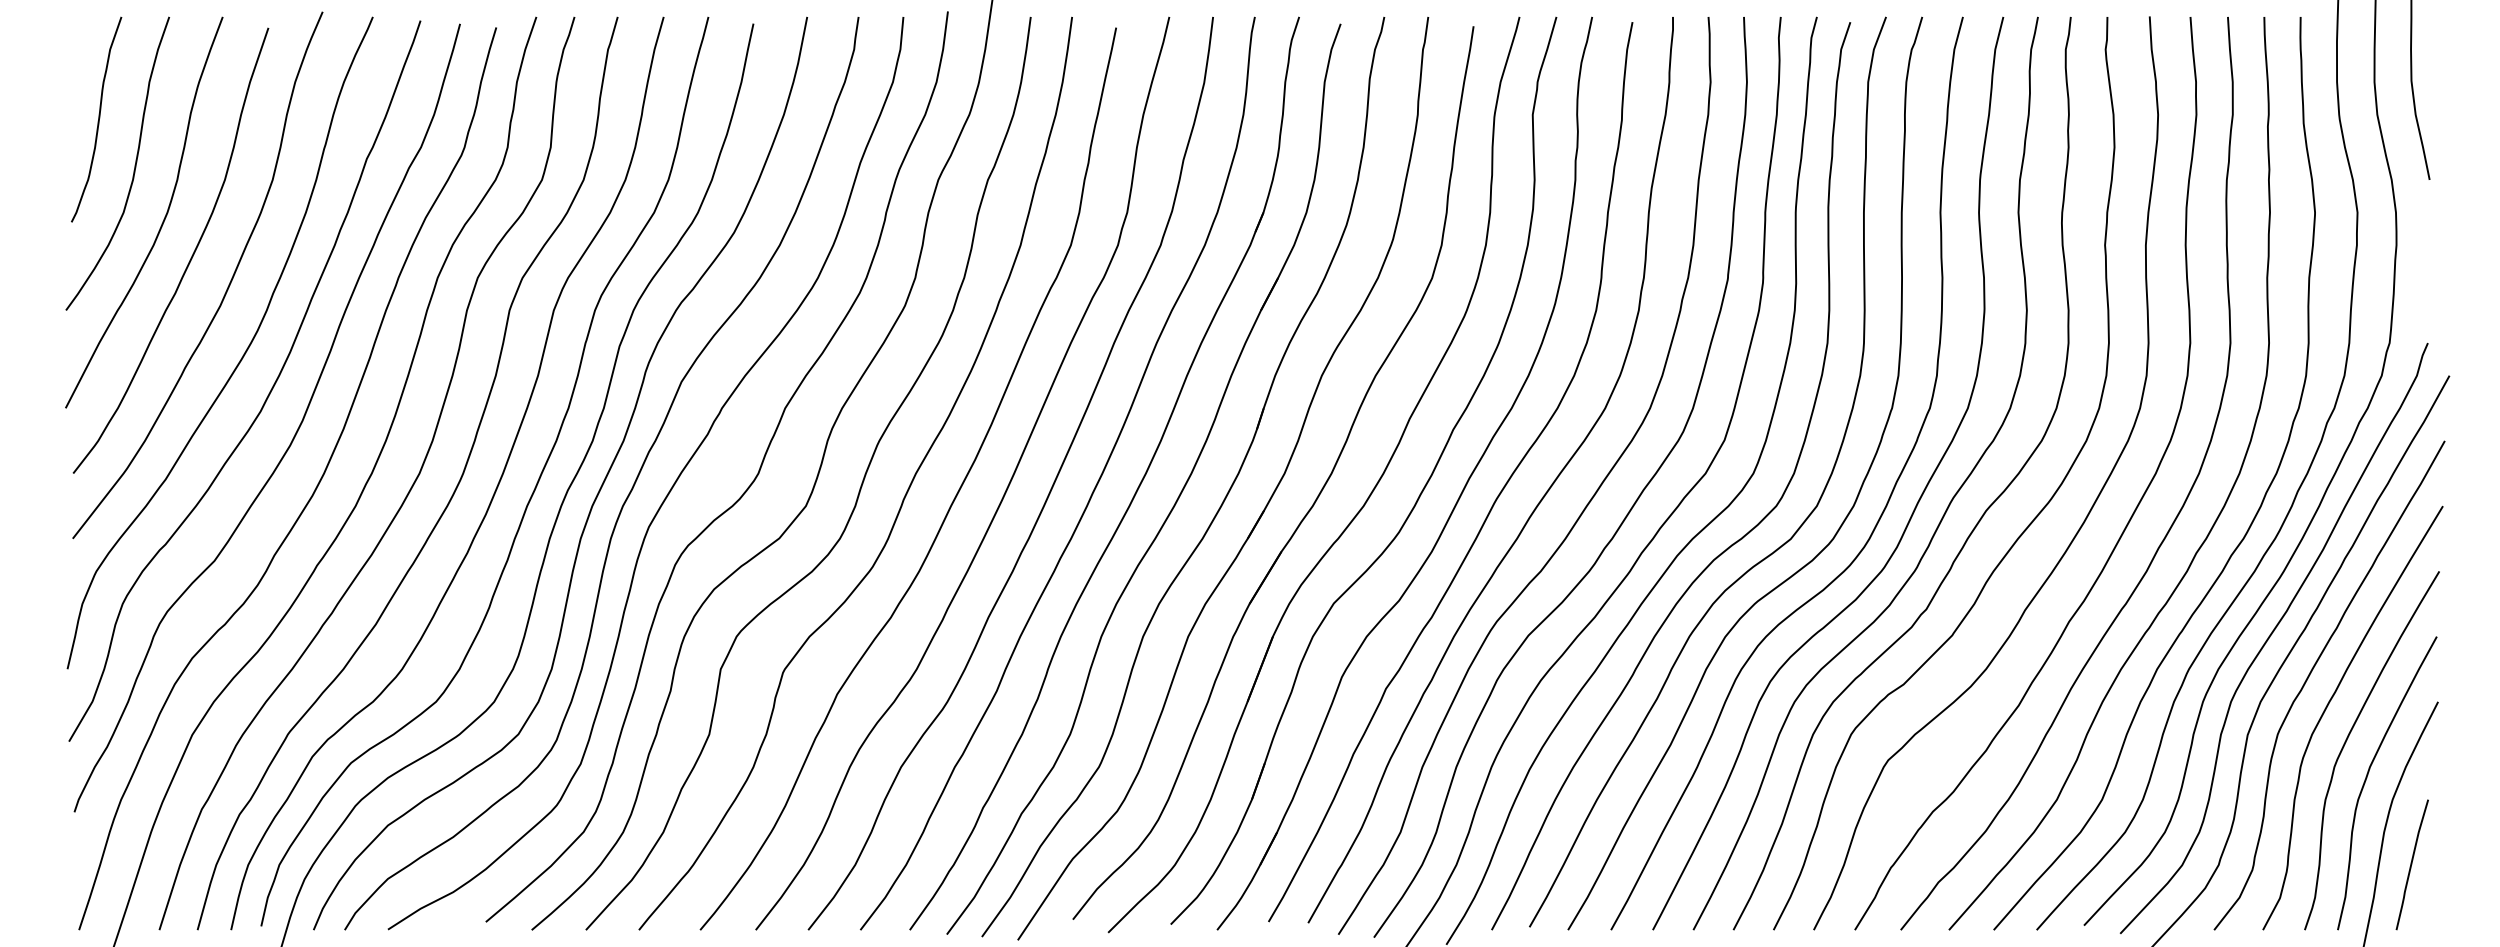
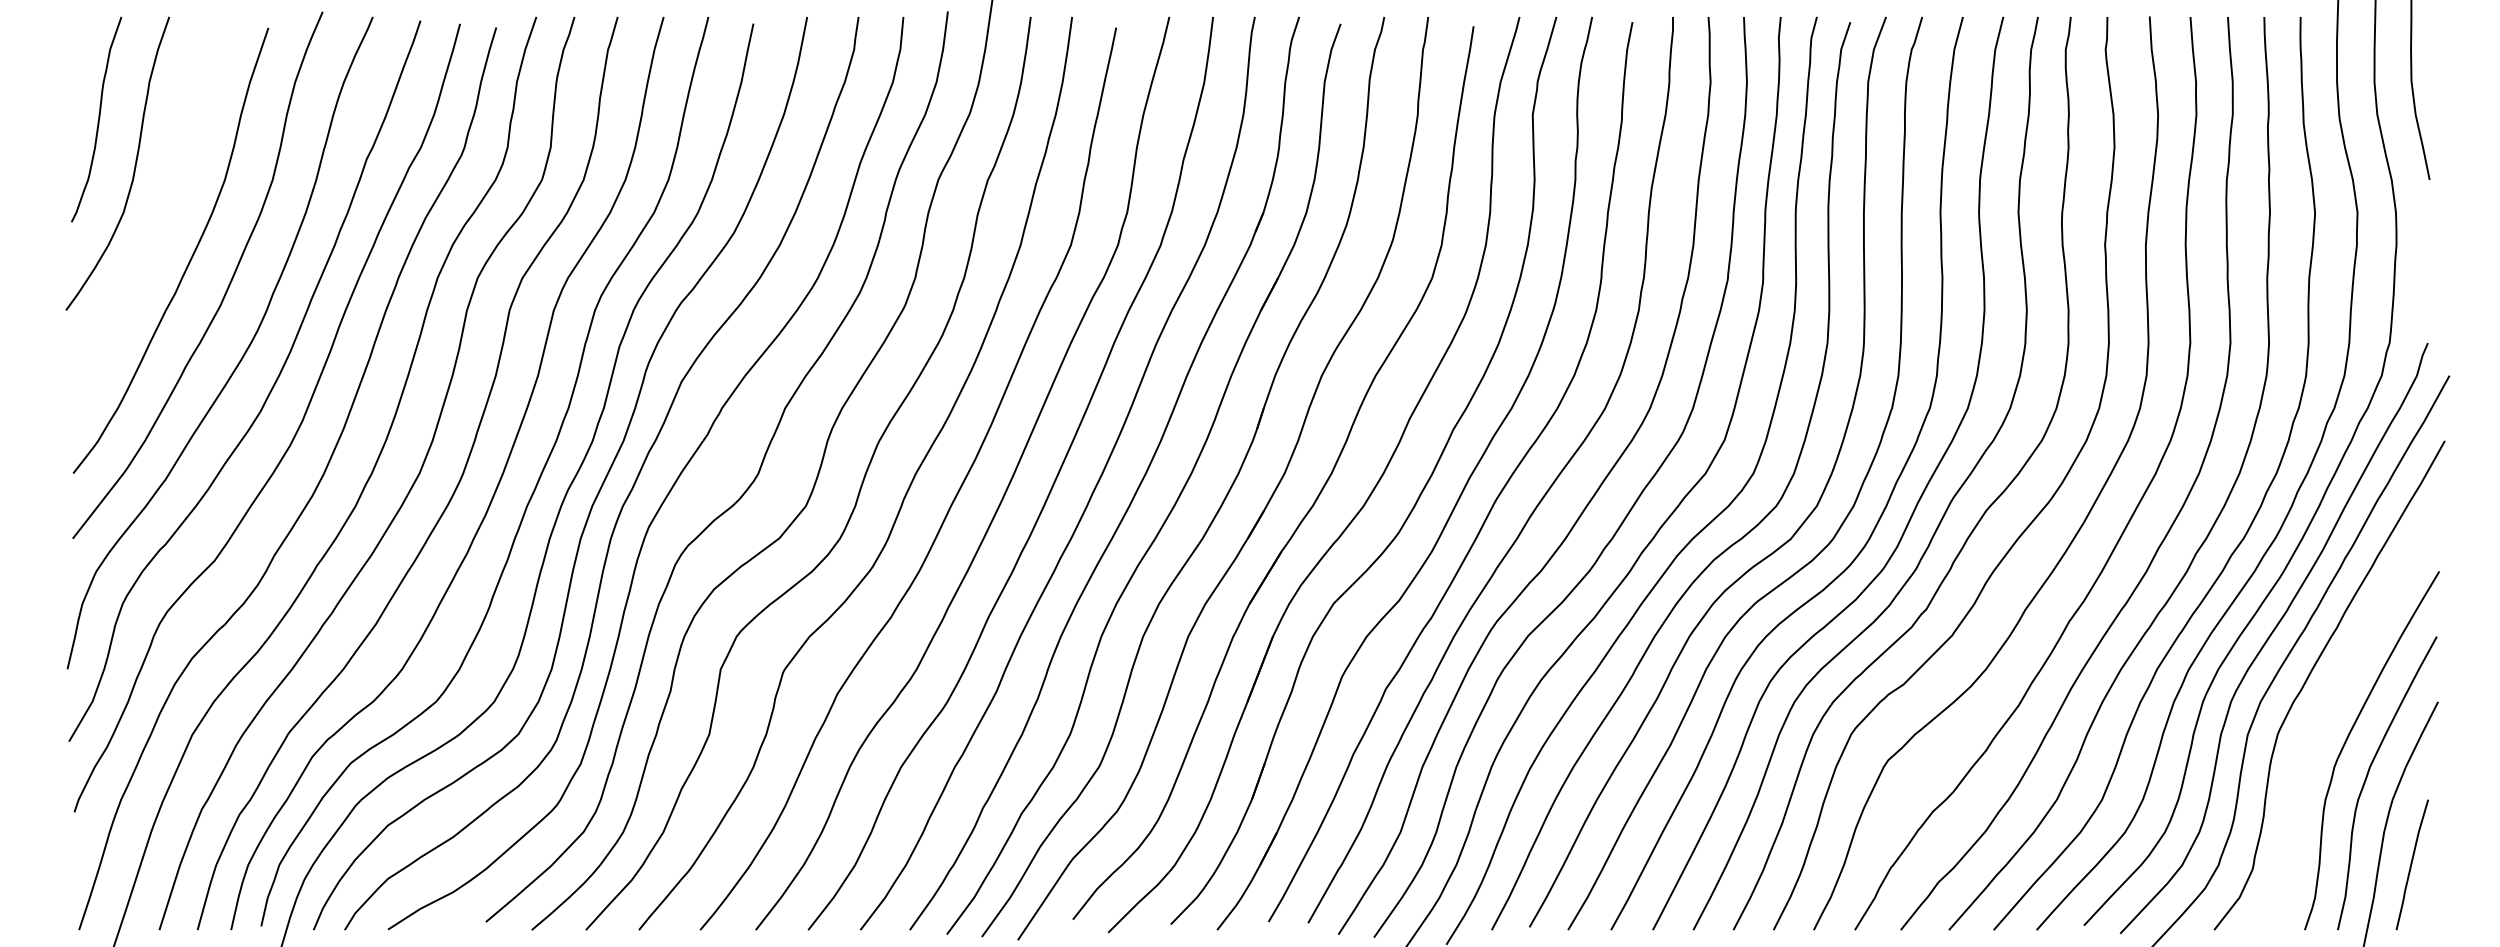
curve at (162, 221): present -> none
curve at (2329, 704): present -> none
